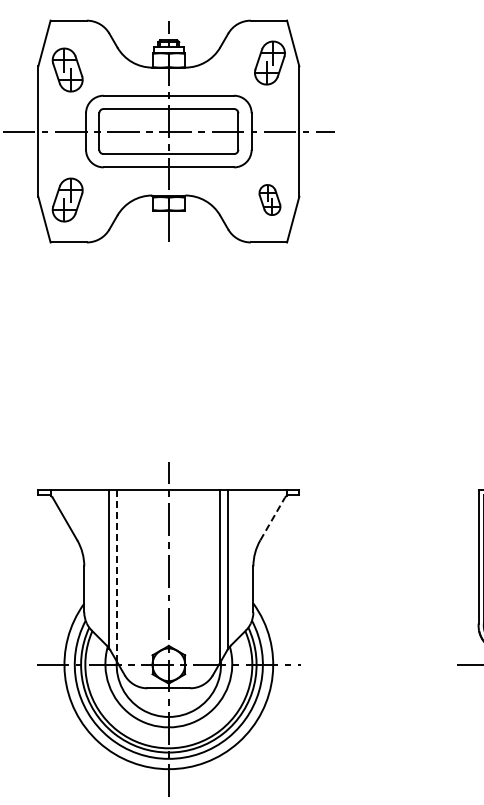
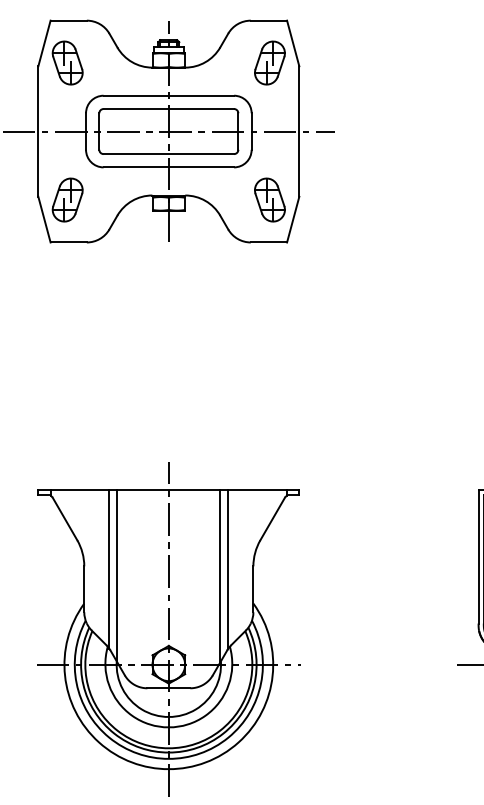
part at (67, 69) position: (67, 69) -> (67, 62)
part at (269, 199) size: 24x32 px -> 32x46 px
line at (272, 519): dashed -> solid
line at (117, 576): dashed -> solid
